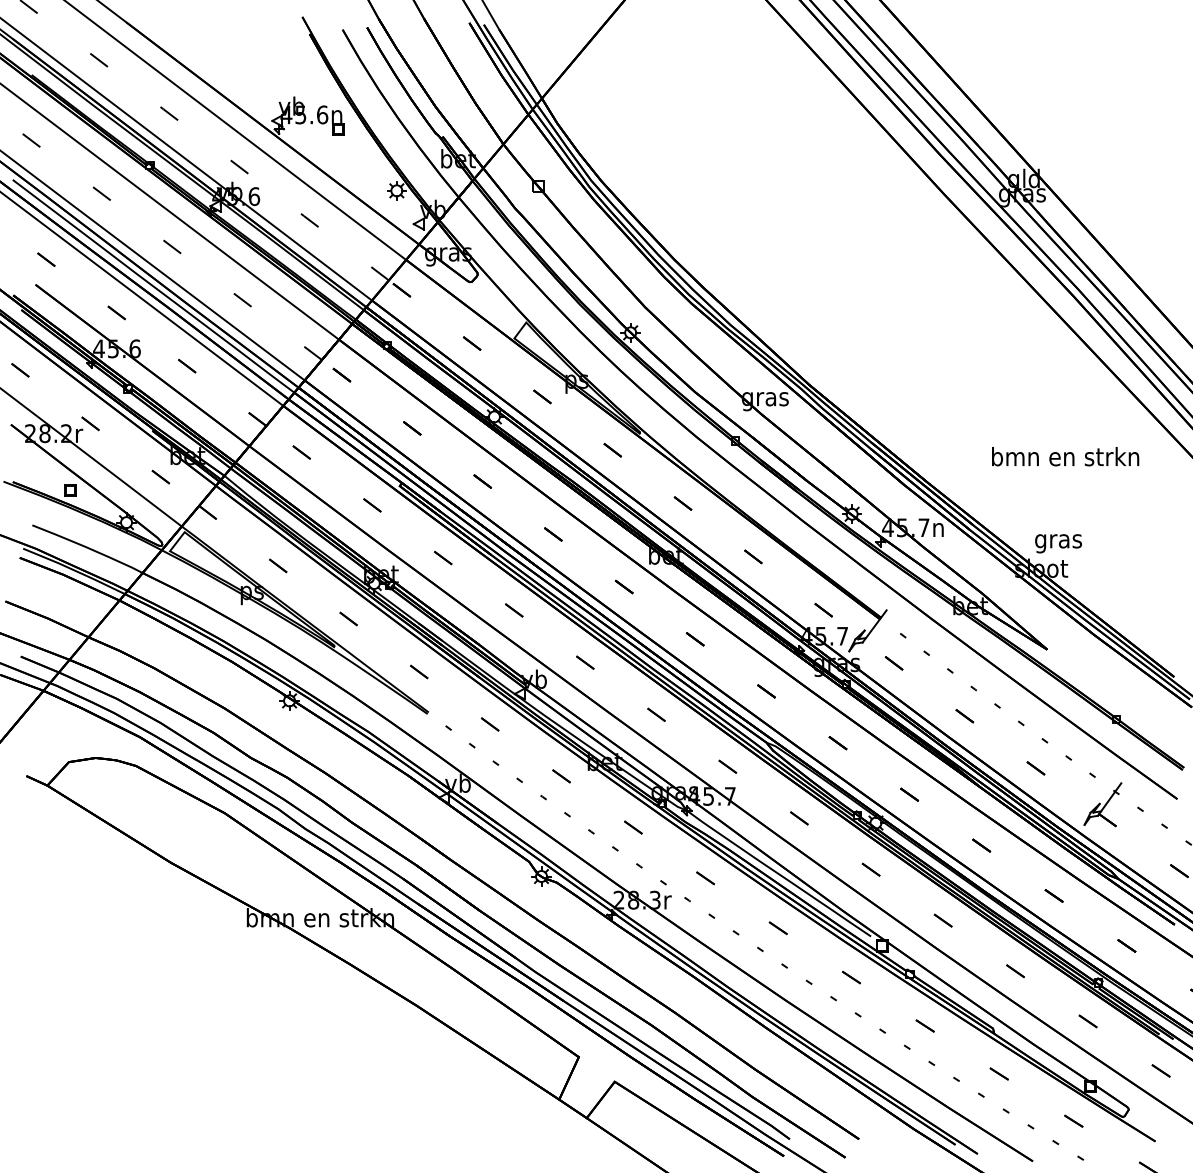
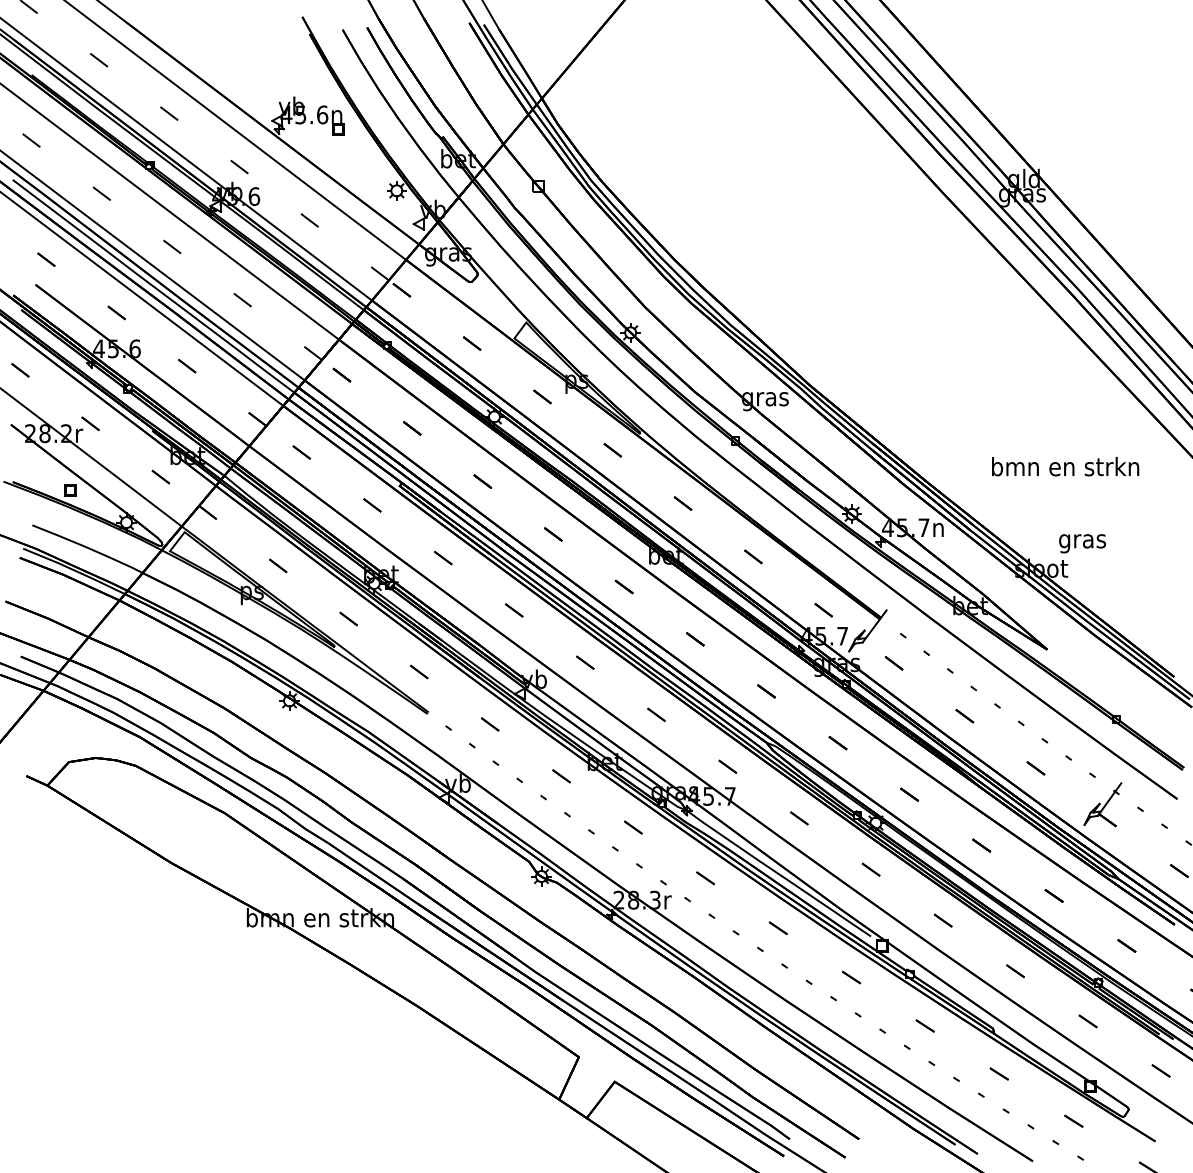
text at (1065, 456) position: (1065, 456) -> (1065, 466)
text at (1058, 543) position: (1058, 543) -> (1082, 543)
